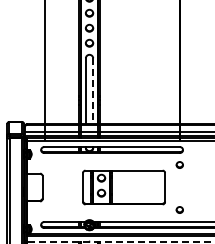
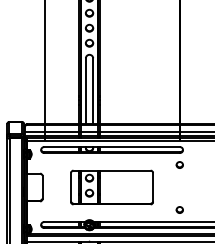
line at (93, 91): dashed -> solid
part at (123, 187) position: (123, 187) -> (111, 187)
line at (120, 241): dashed -> solid
